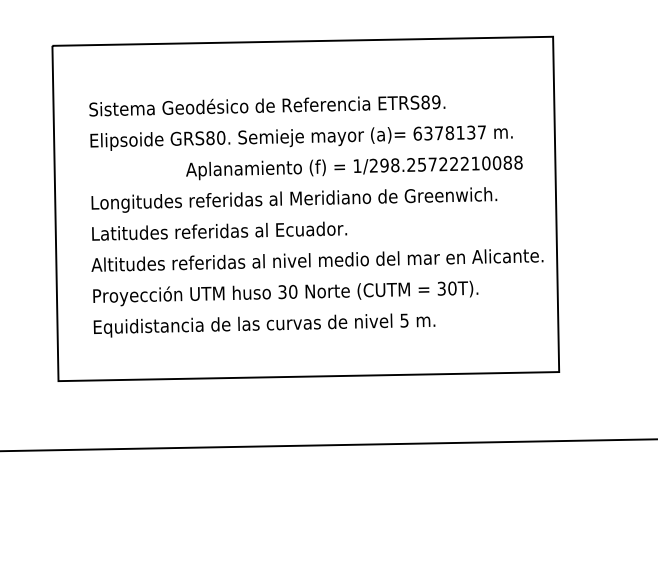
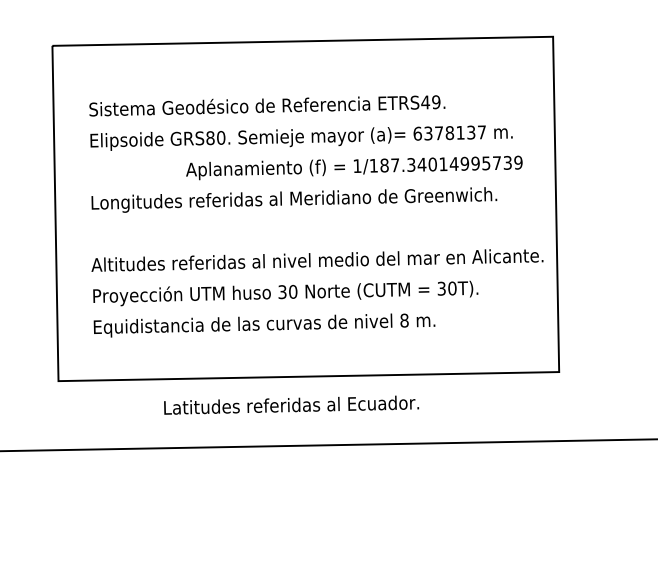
text at (425, 102): ETRS89. -> ETRS49.
text at (445, 163): 1/298.25722210088 -> 1/187.34014995739
text at (219, 230) position: (219, 230) -> (291, 404)
text at (404, 320): 5 -> 8
